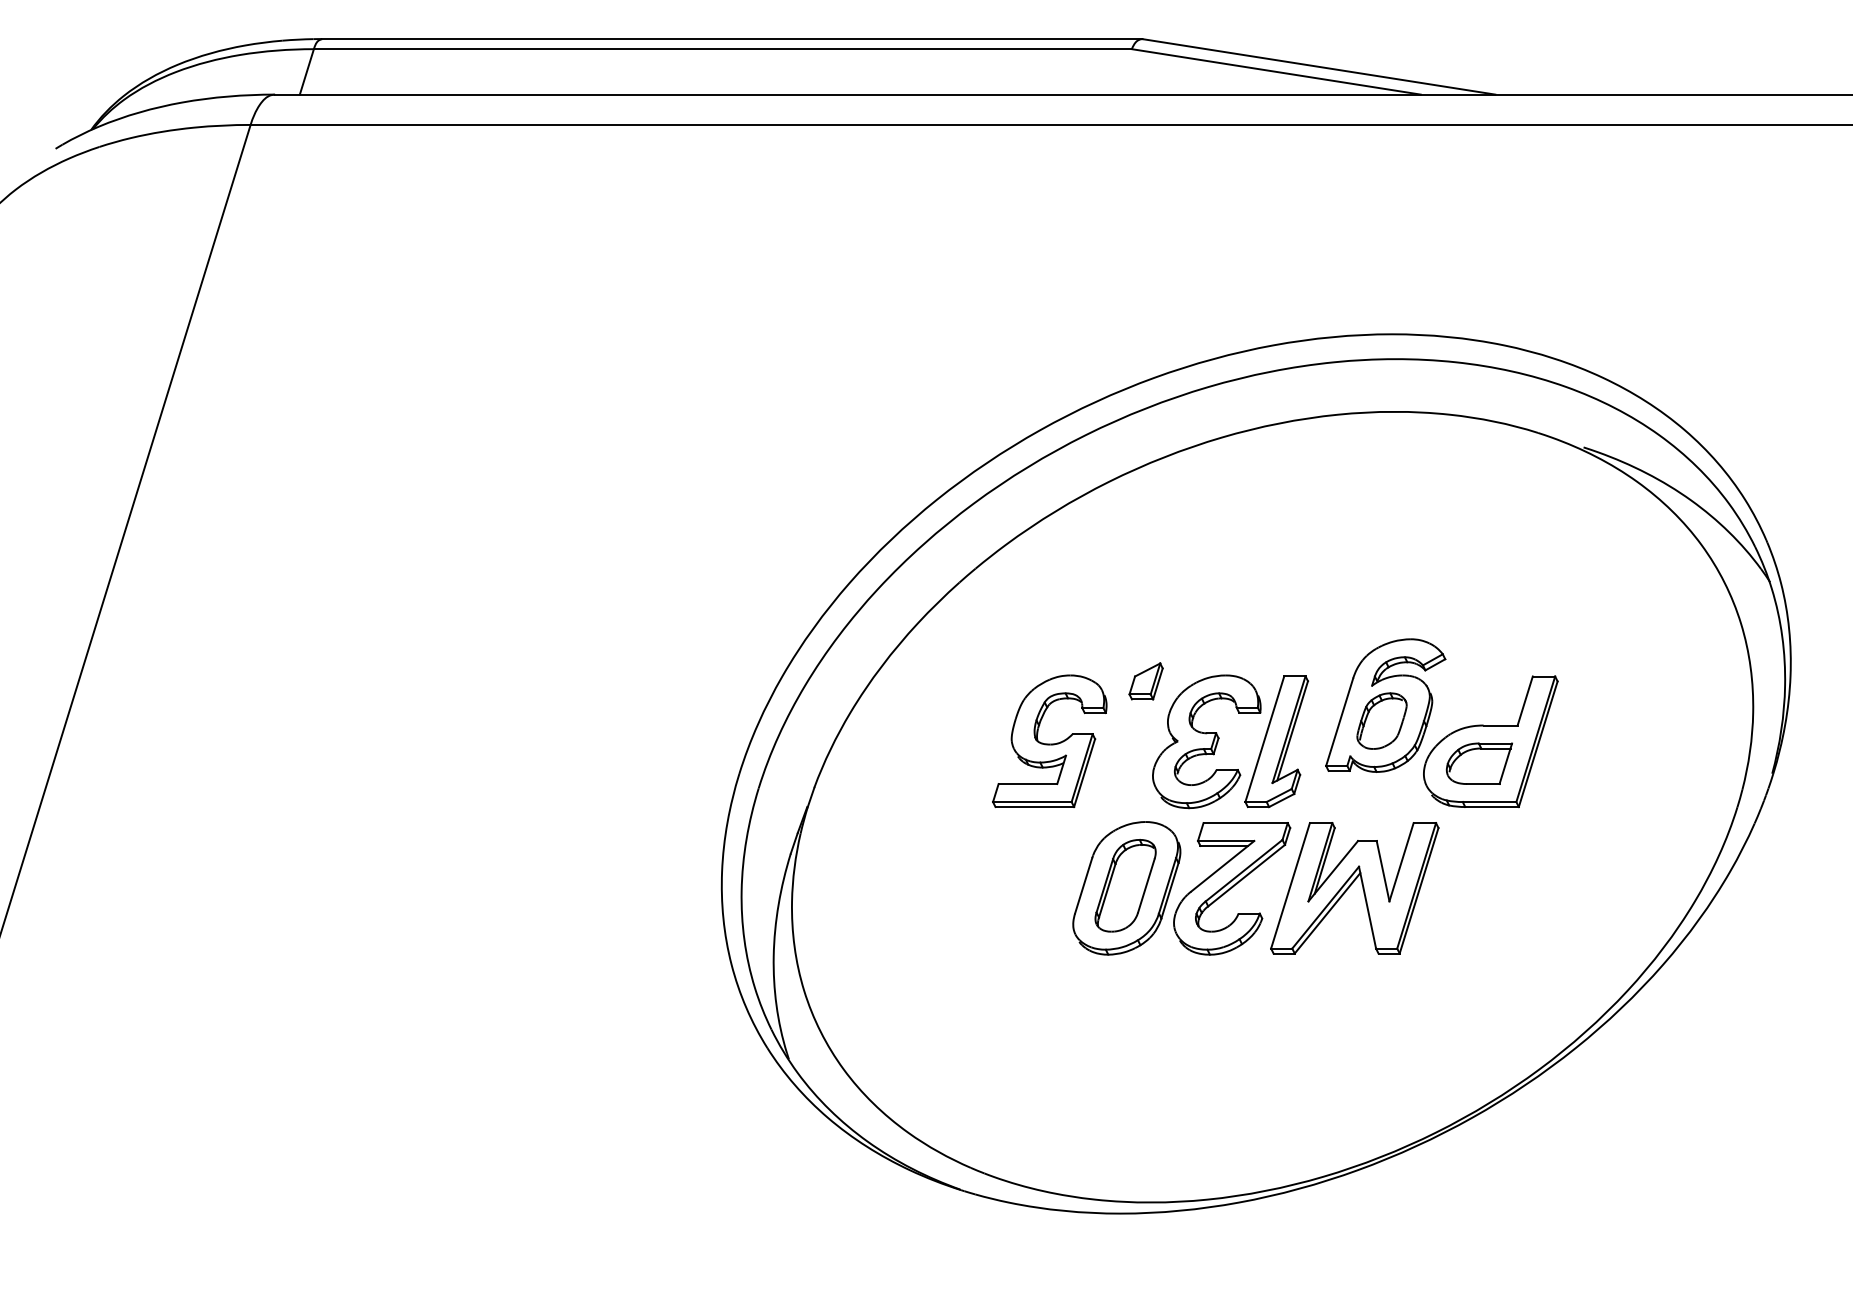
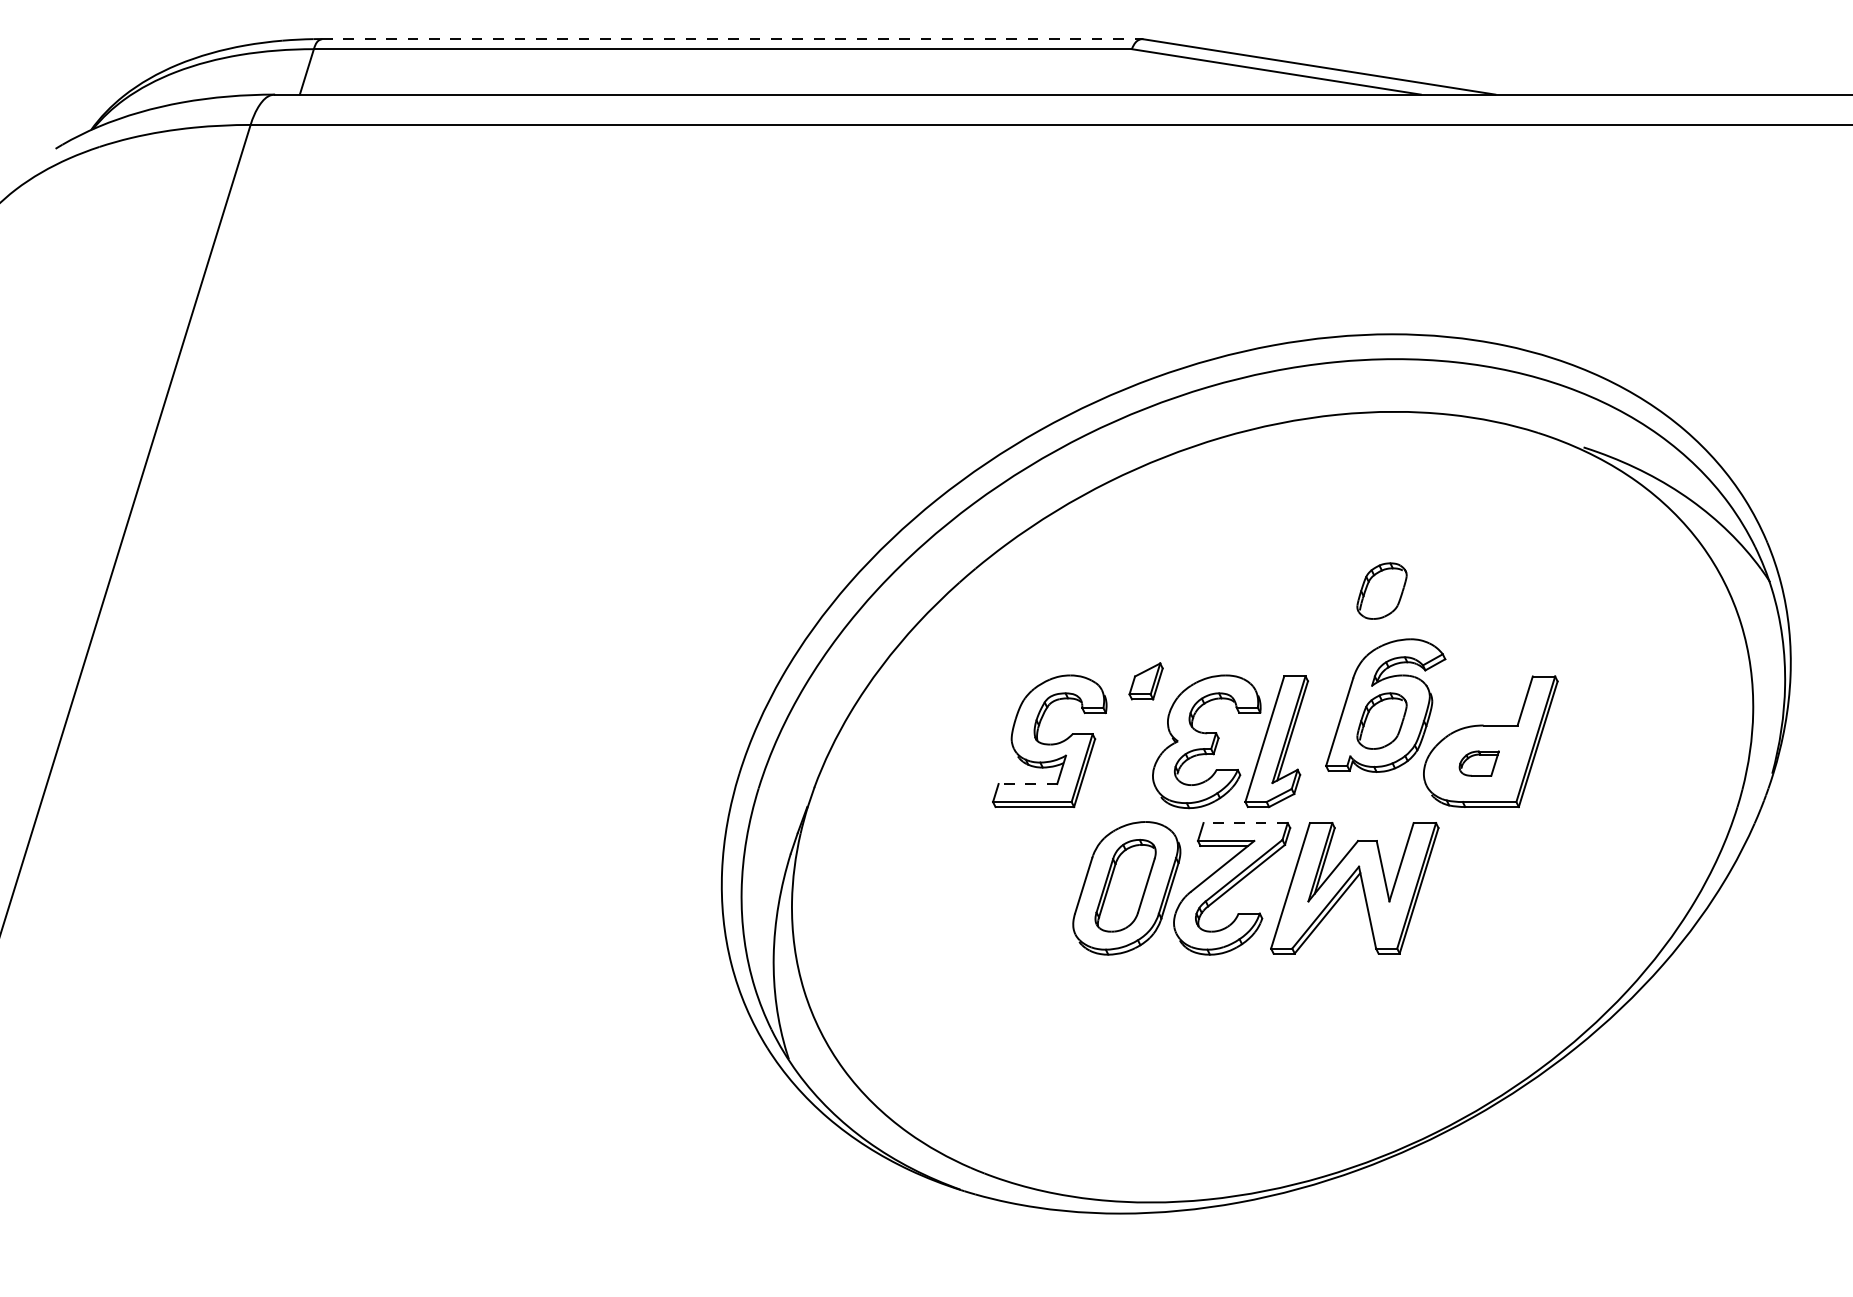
line at (731, 39): solid -> dashed
part at (1381, 590): none -> present
part at (1478, 763) size: 68x43 px -> 42x27 px
line at (1027, 784): solid -> dashed
line at (1245, 823): solid -> dashed
